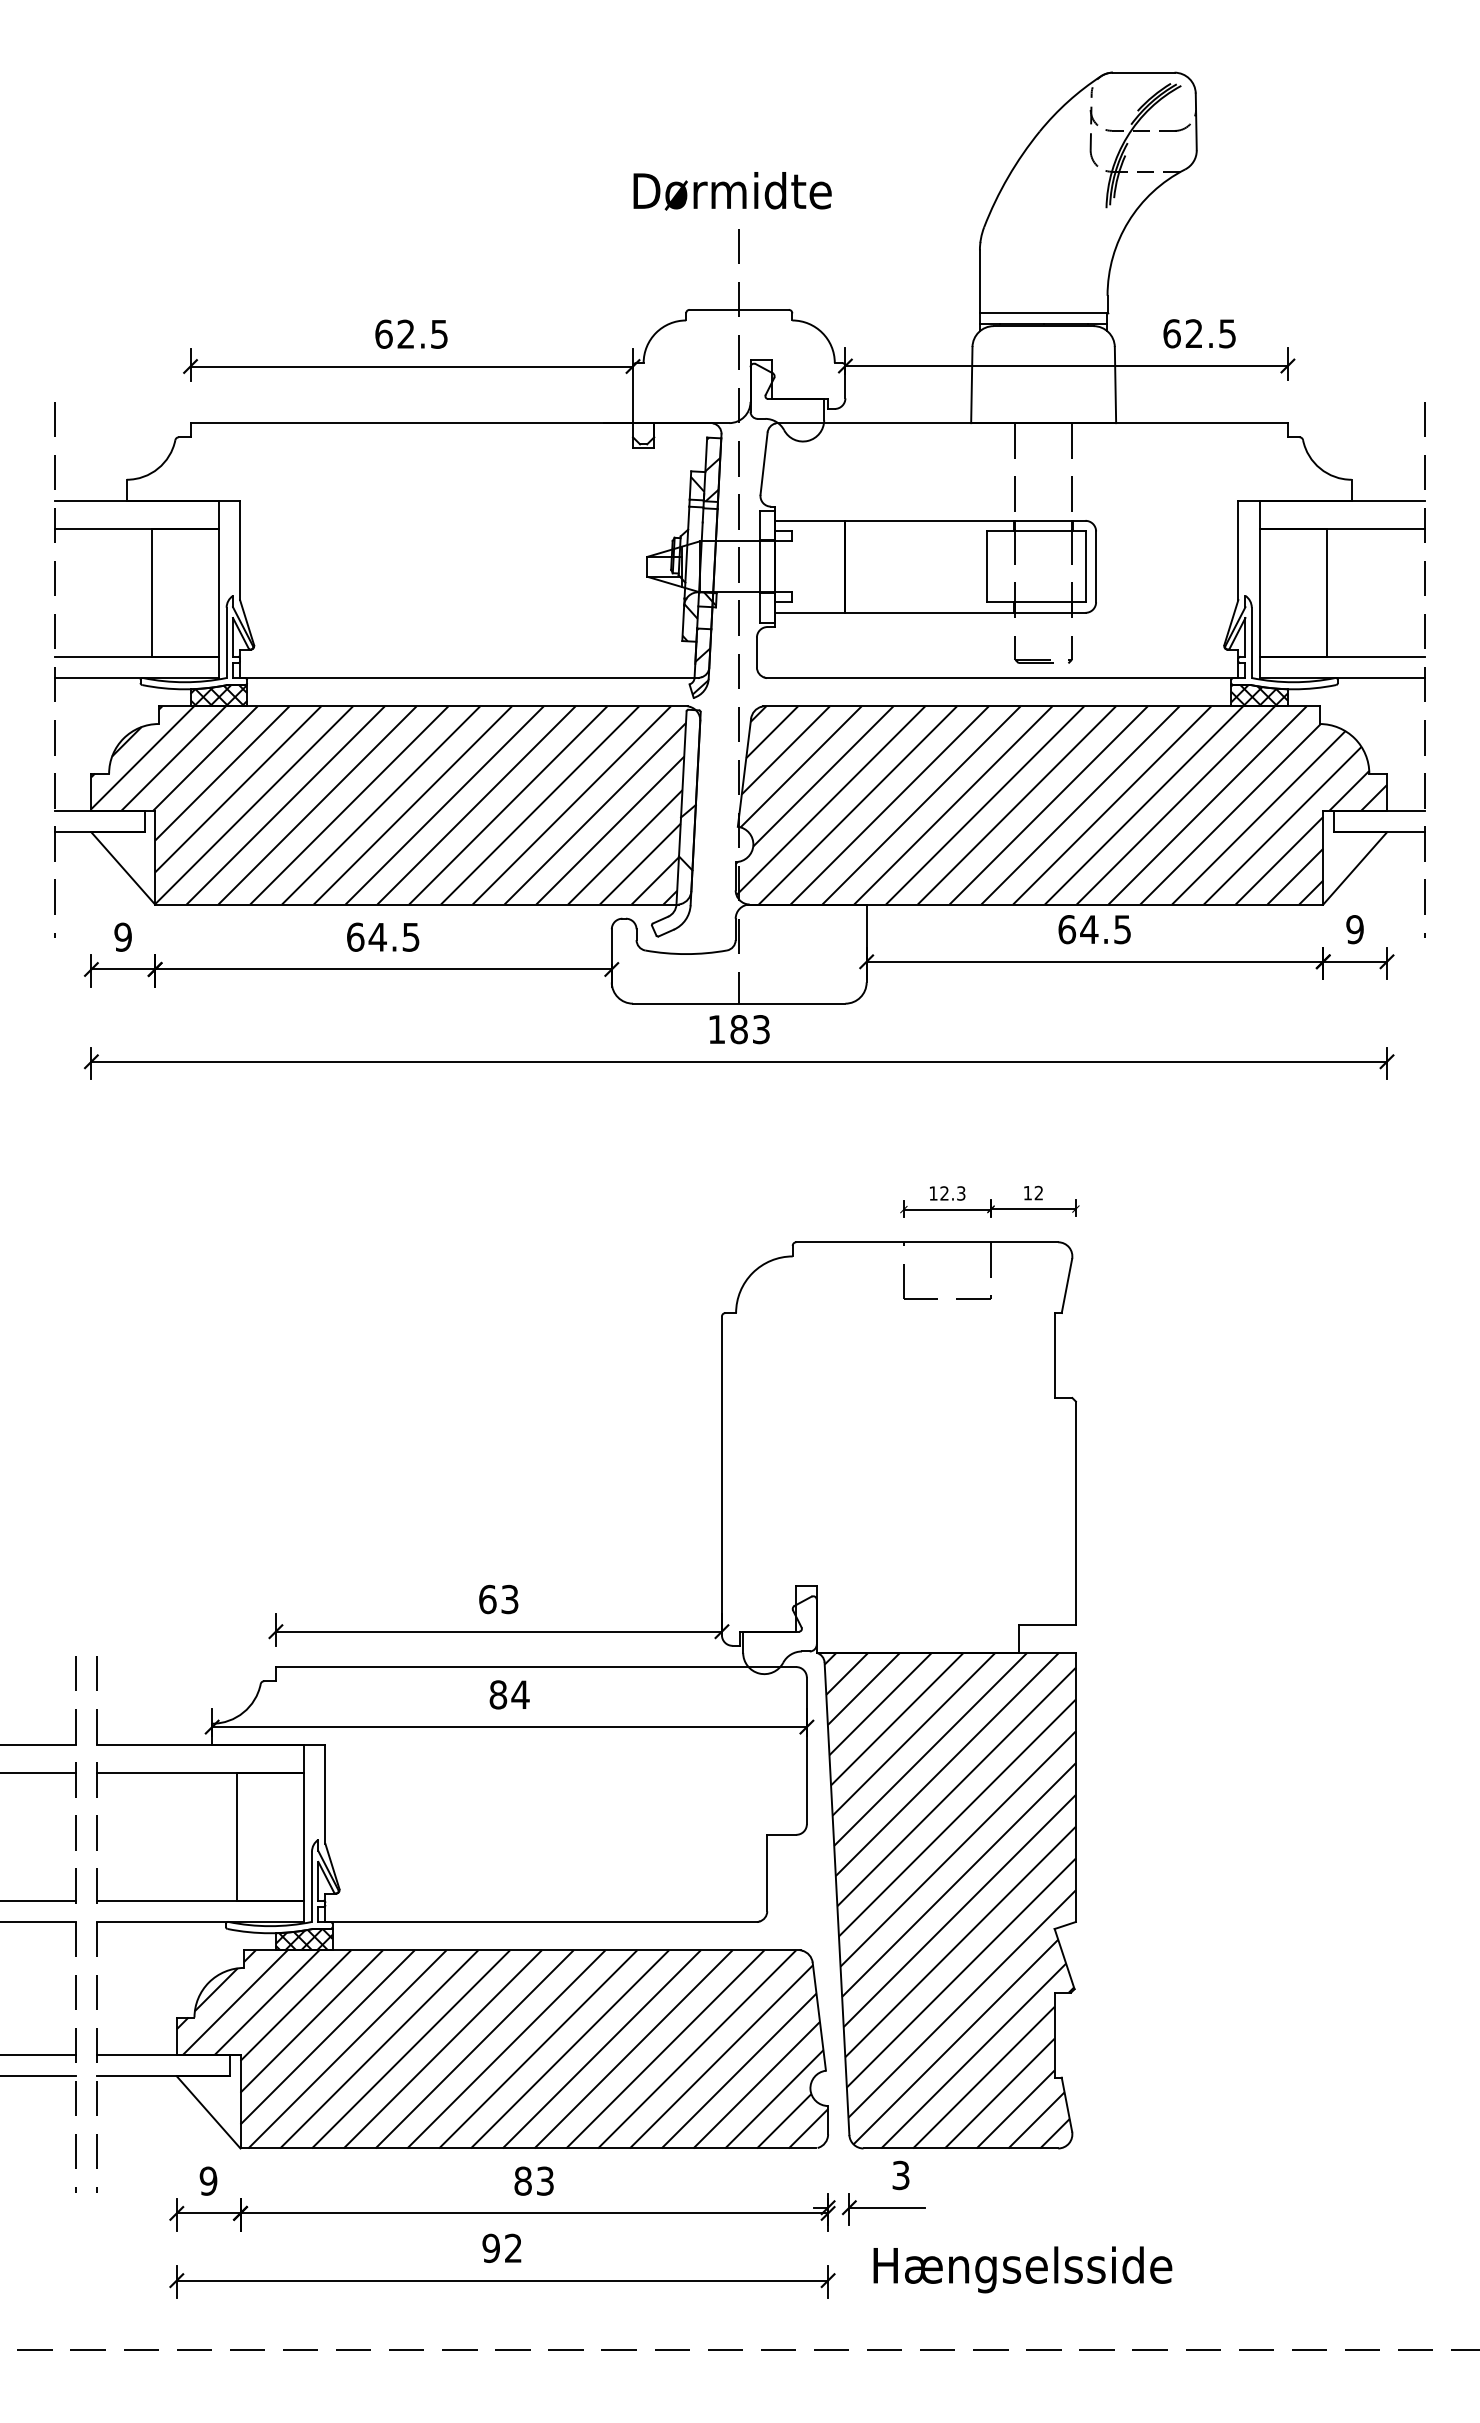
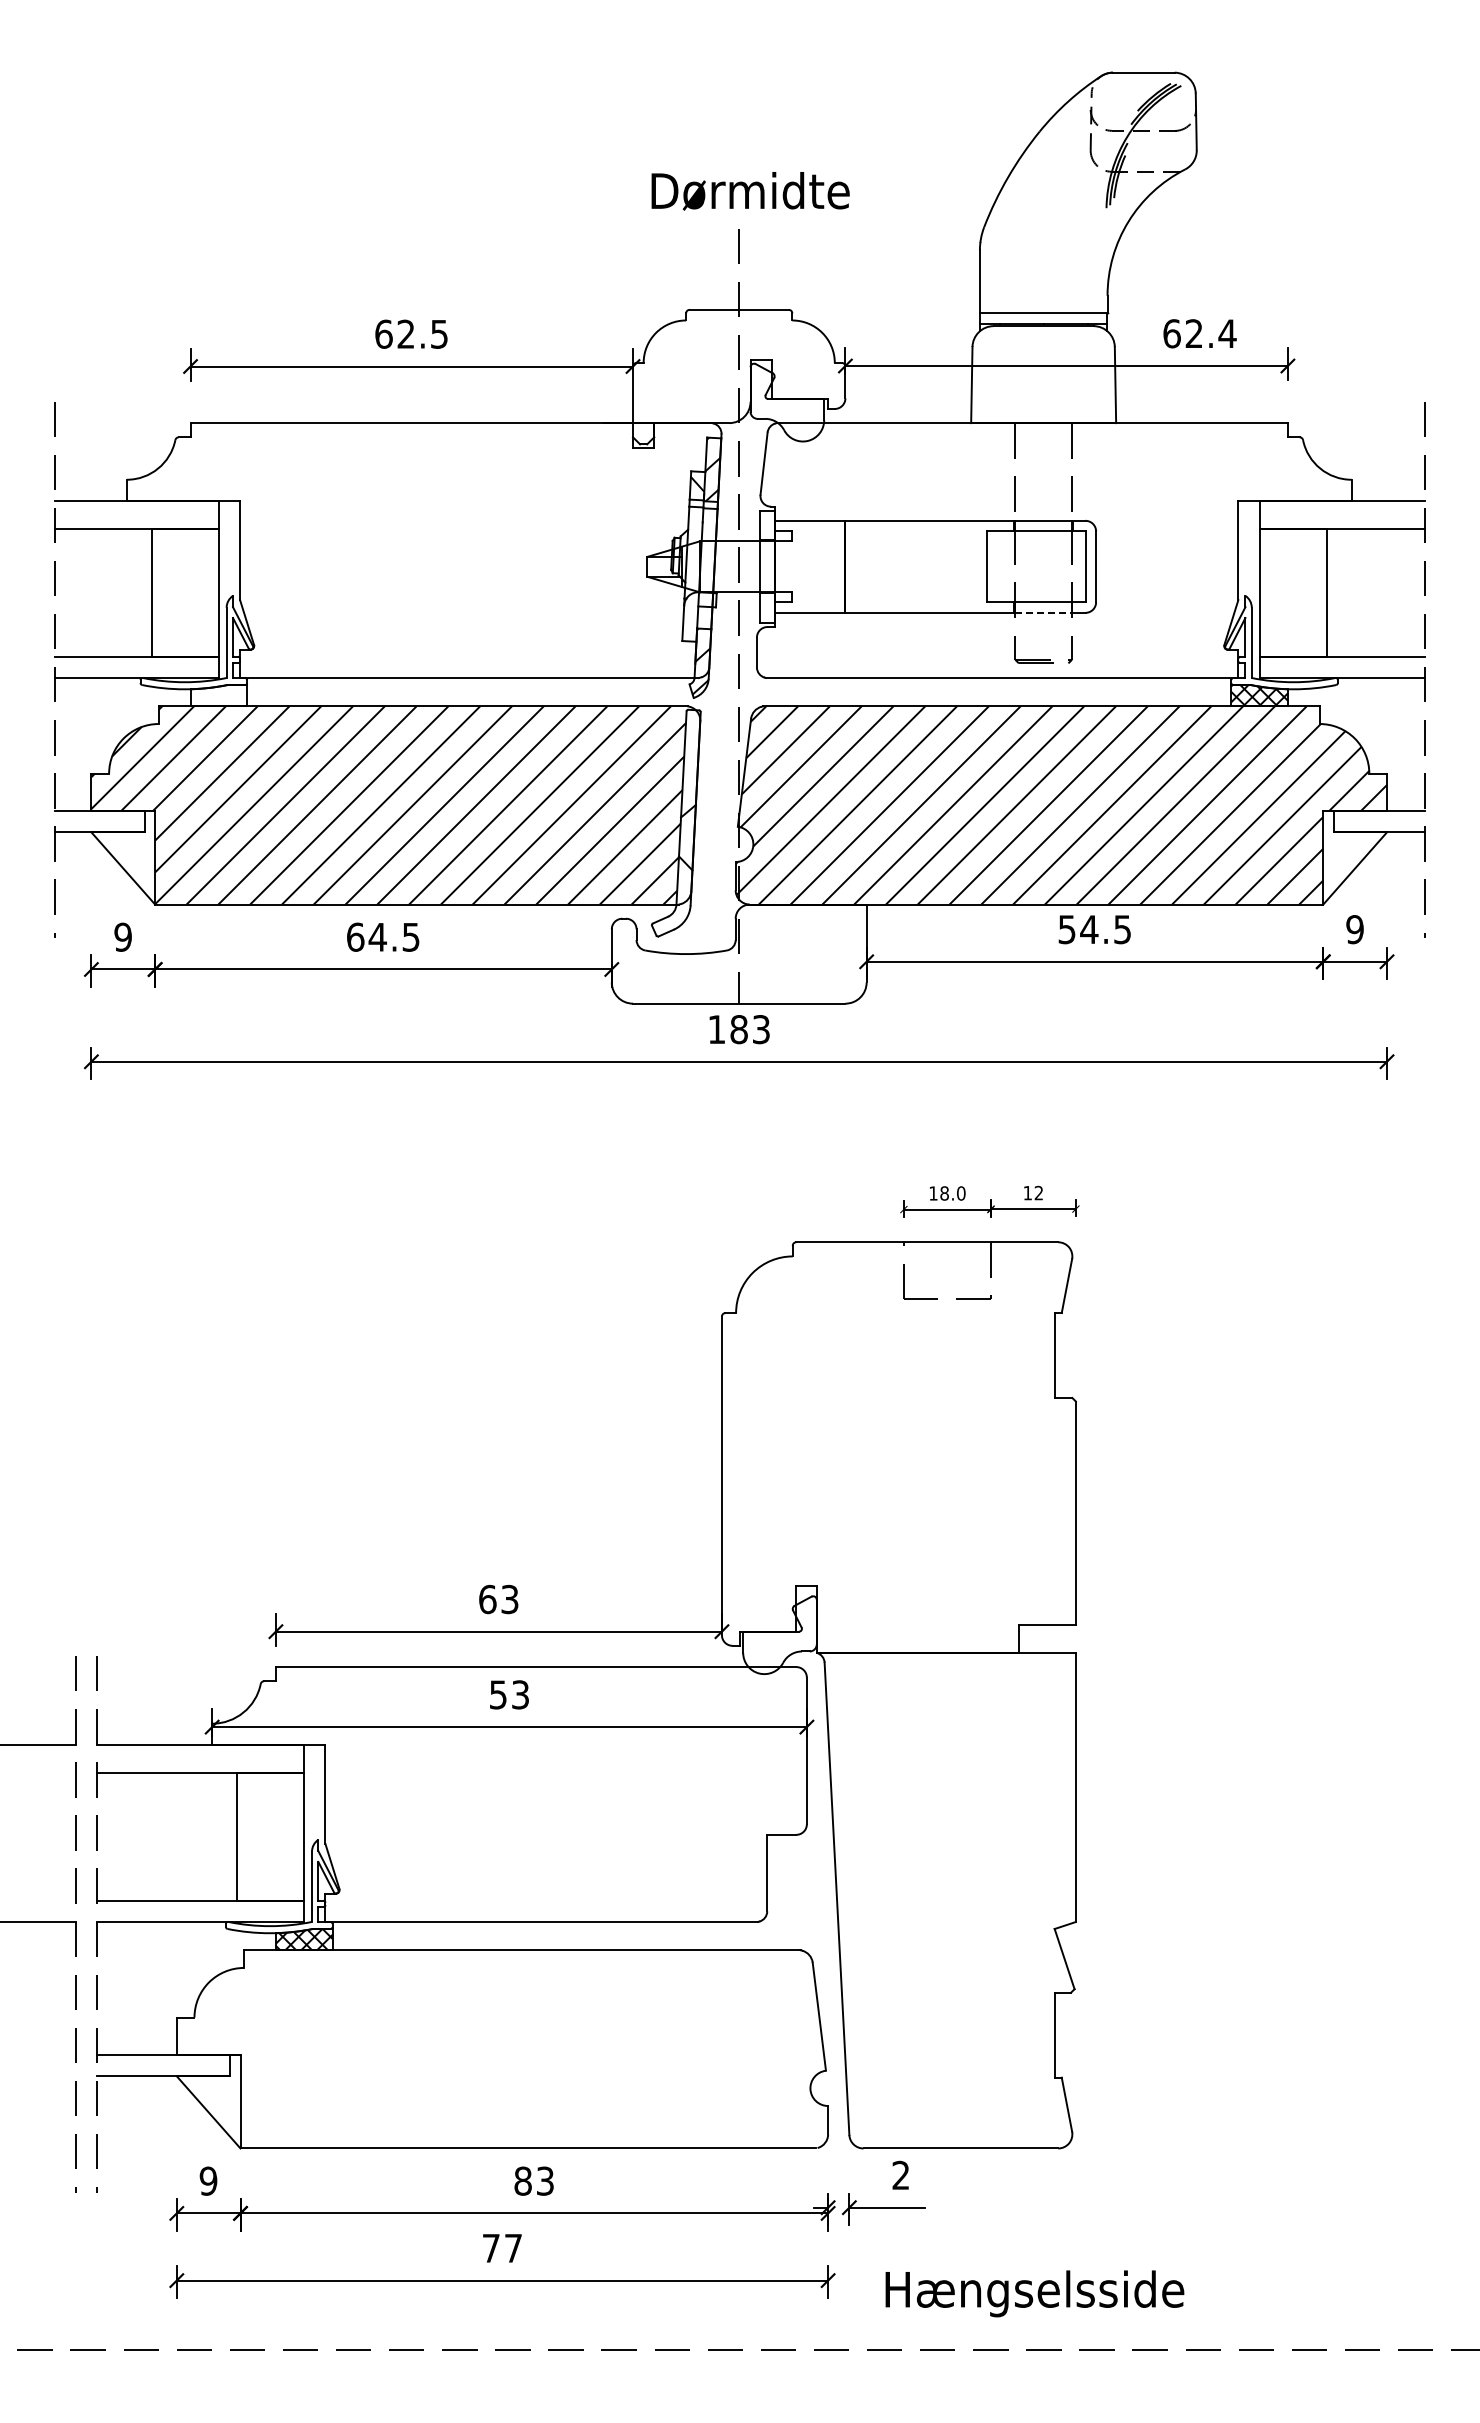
text at (732, 191) position: (732, 191) -> (750, 191)
text at (1227, 333): 62.5 -> 62.4
line at (1042, 612): solid -> dashed
hatch at (699, 616): present -> none
hatch at (218, 695): present -> none
text at (1067, 929): 64.5 -> 54.5
text at (952, 1193): 12.3 -> 18.0
text at (509, 1694): 84 -> 53
line at (38, 1773): present -> none
line at (38, 1900): present -> none
hatch at (949, 1900): present -> none
hatch at (502, 2049): present -> none
line at (38, 2055): present -> none
line at (38, 2076): present -> none
text at (900, 2175): 3 -> 2
text at (501, 2247): 92 -> 77
text at (1022, 2269) position: (1022, 2269) -> (1034, 2293)
